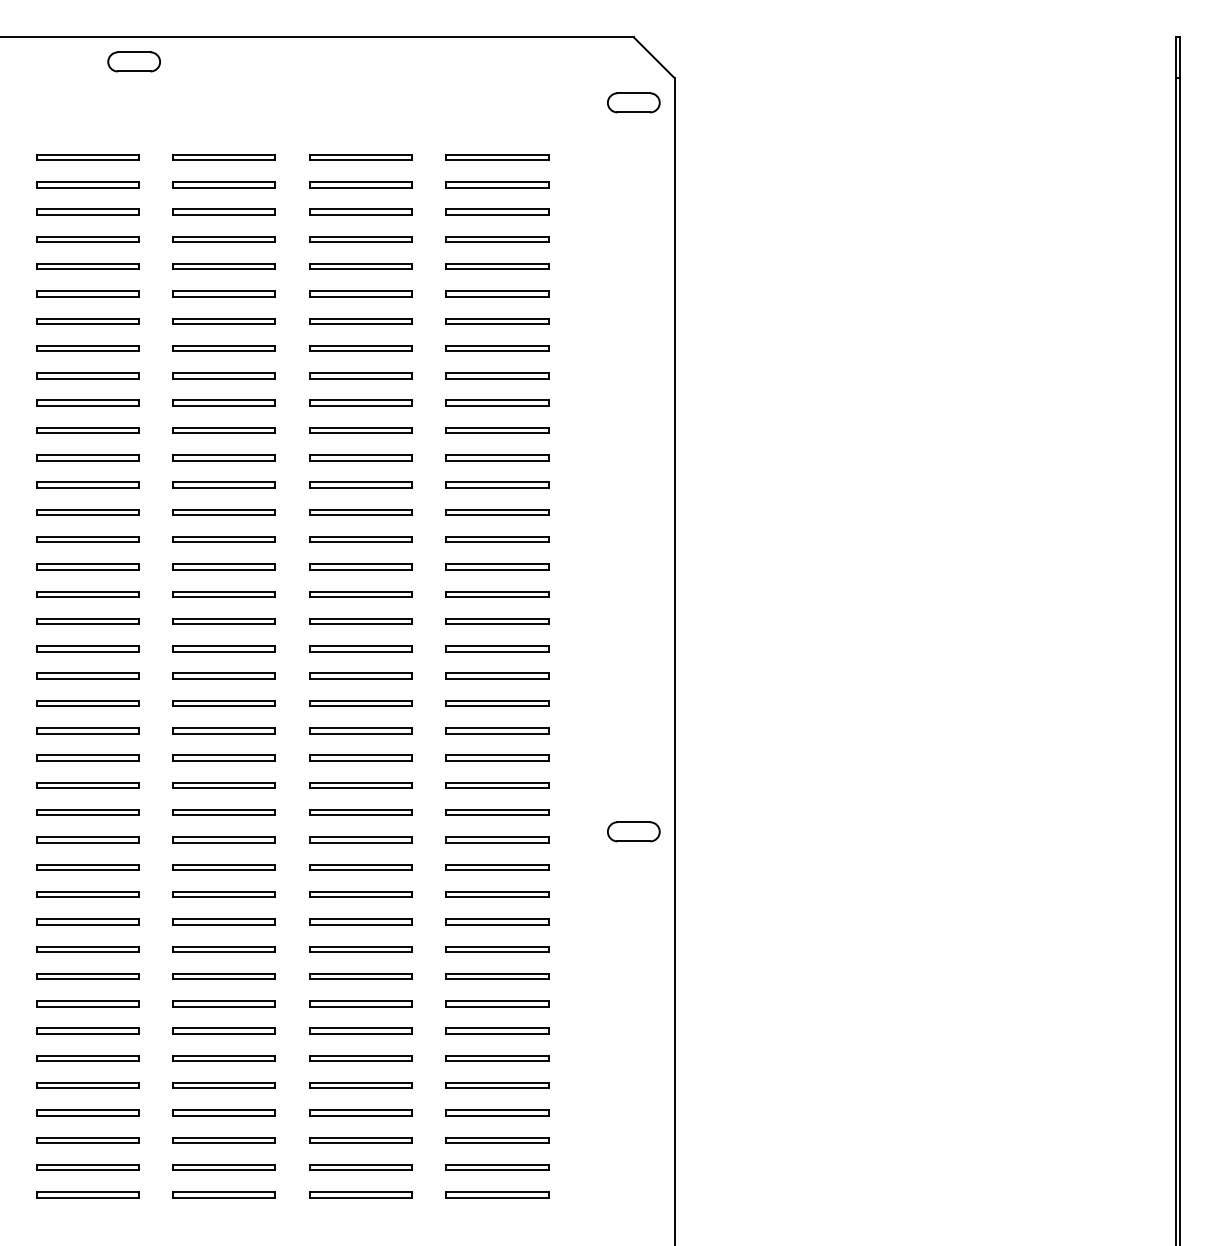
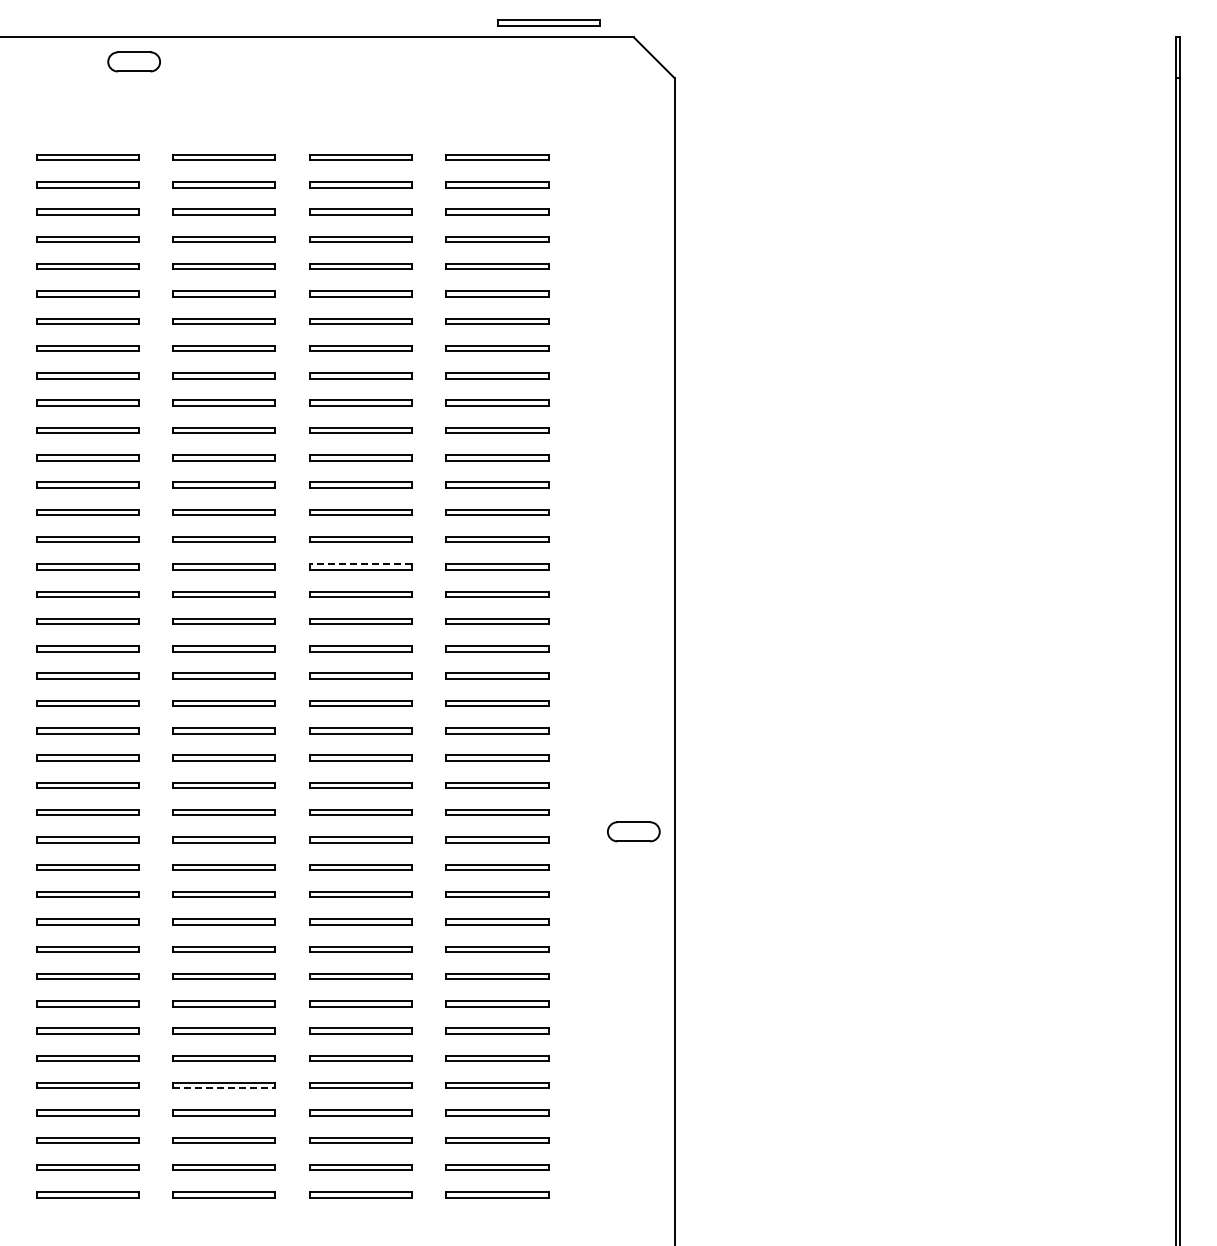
part at (548, 22): none -> present
part at (633, 102): present -> none
line at (360, 564): solid -> dashed
line at (224, 1088): solid -> dashed
